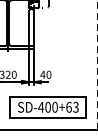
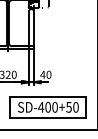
line at (97, 64): dashed -> solid
text at (72, 106): SD-400+63 -> SD-400+50
